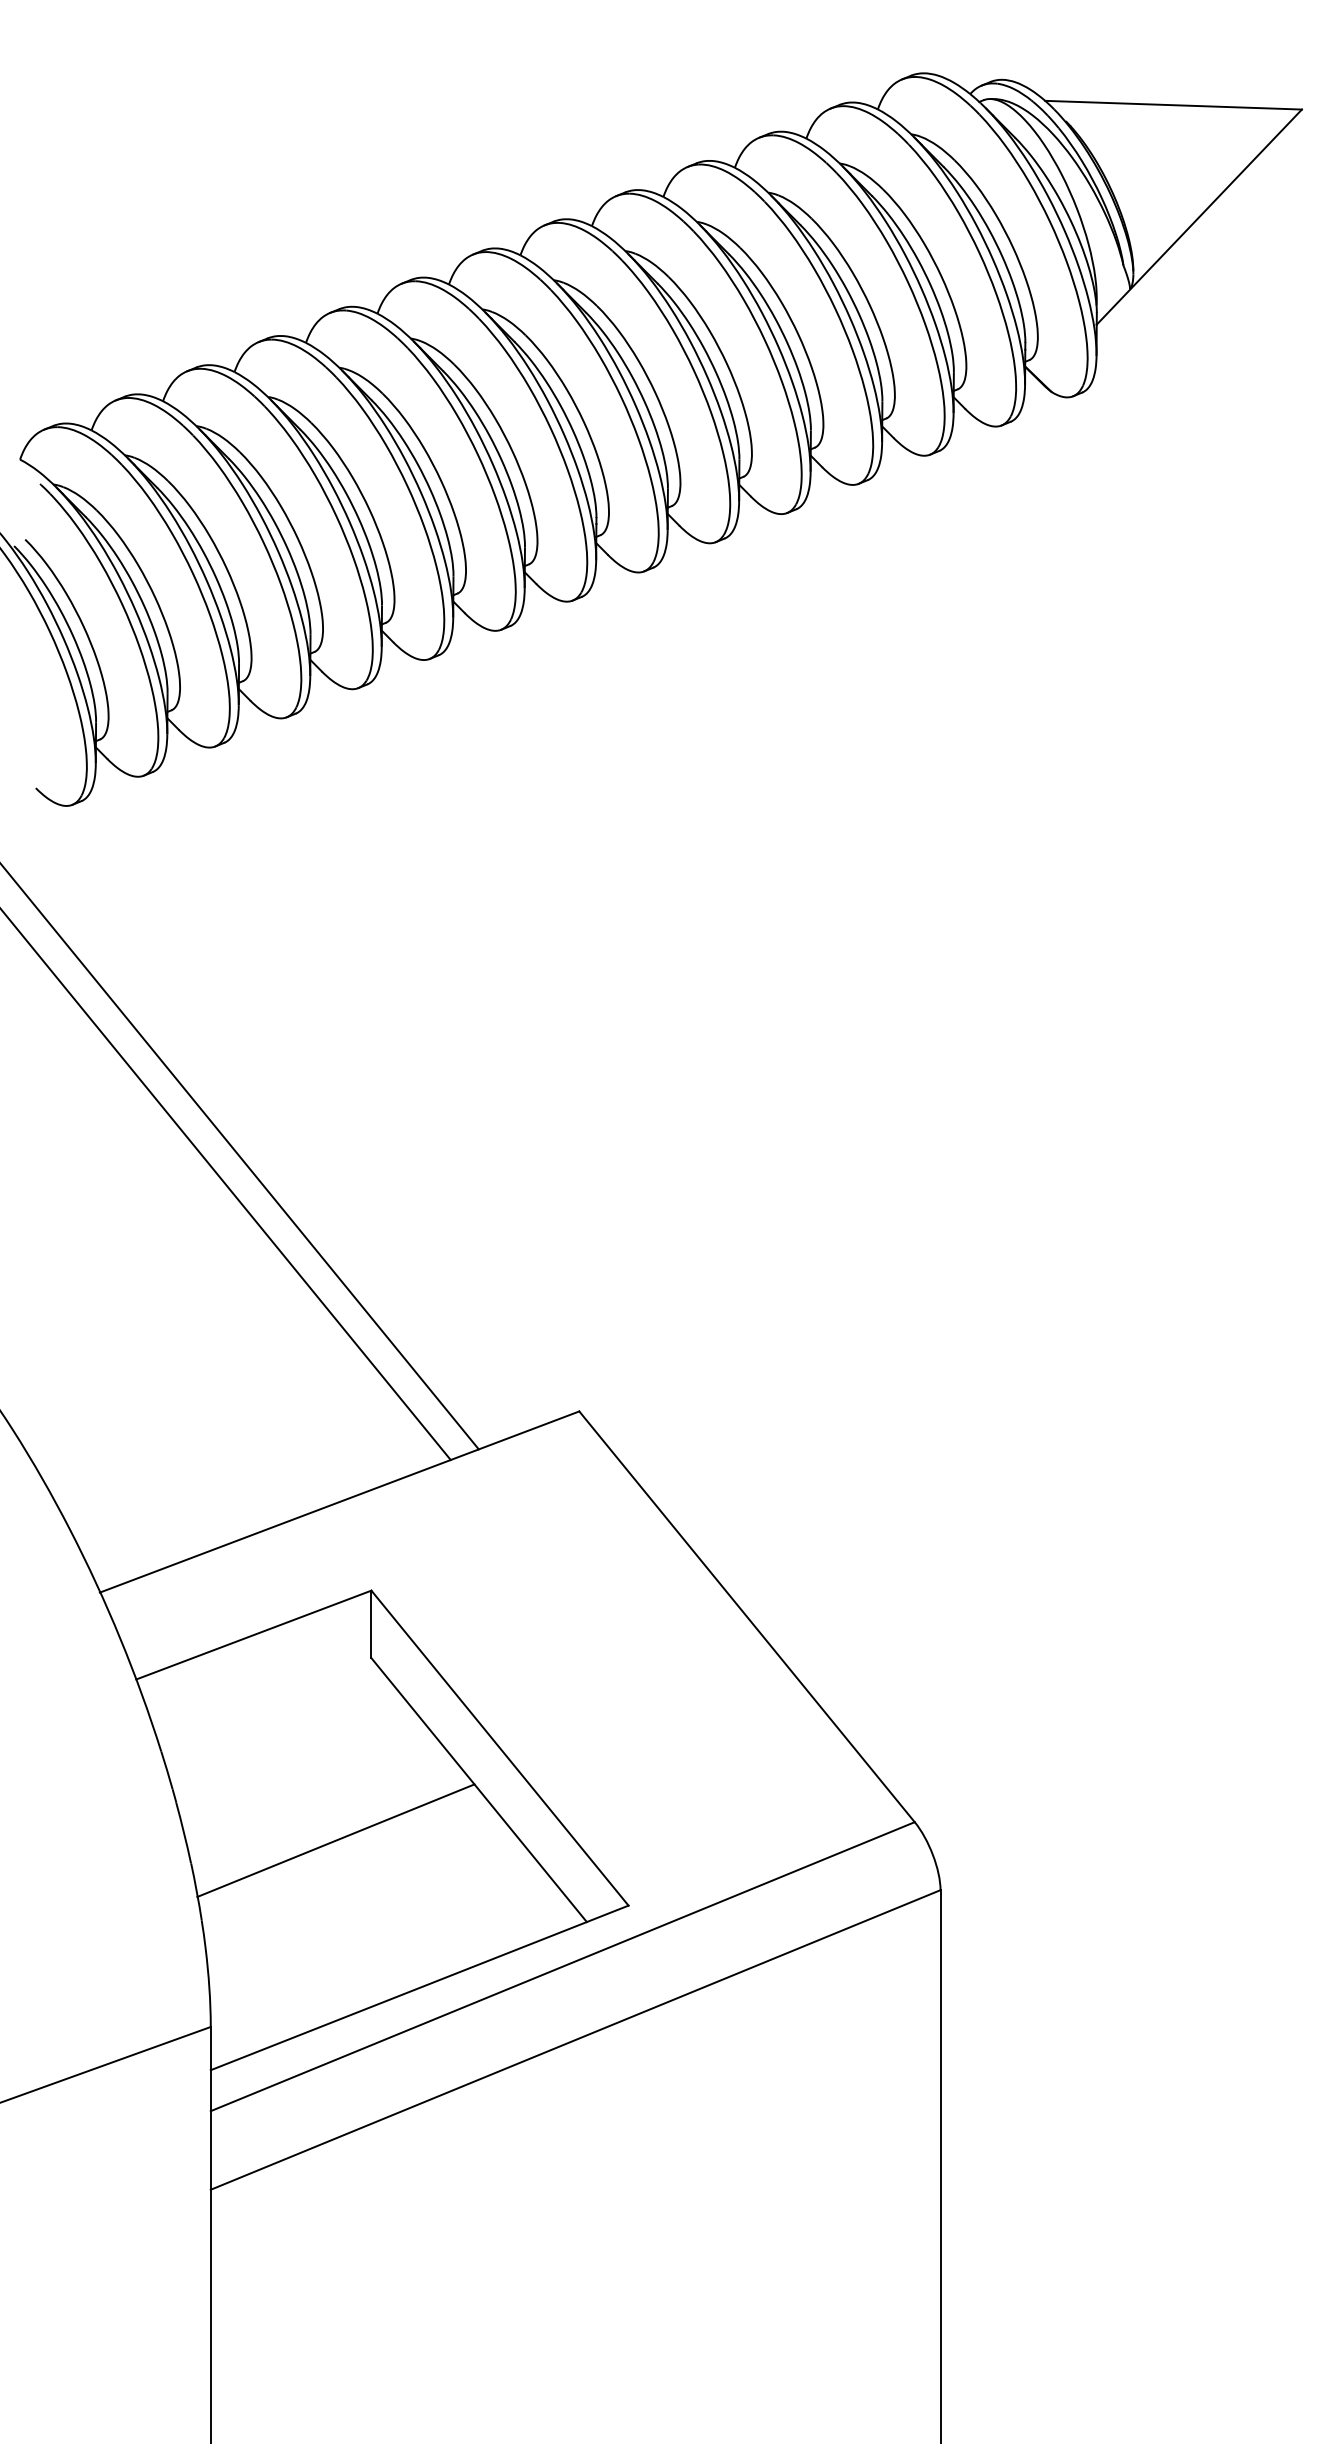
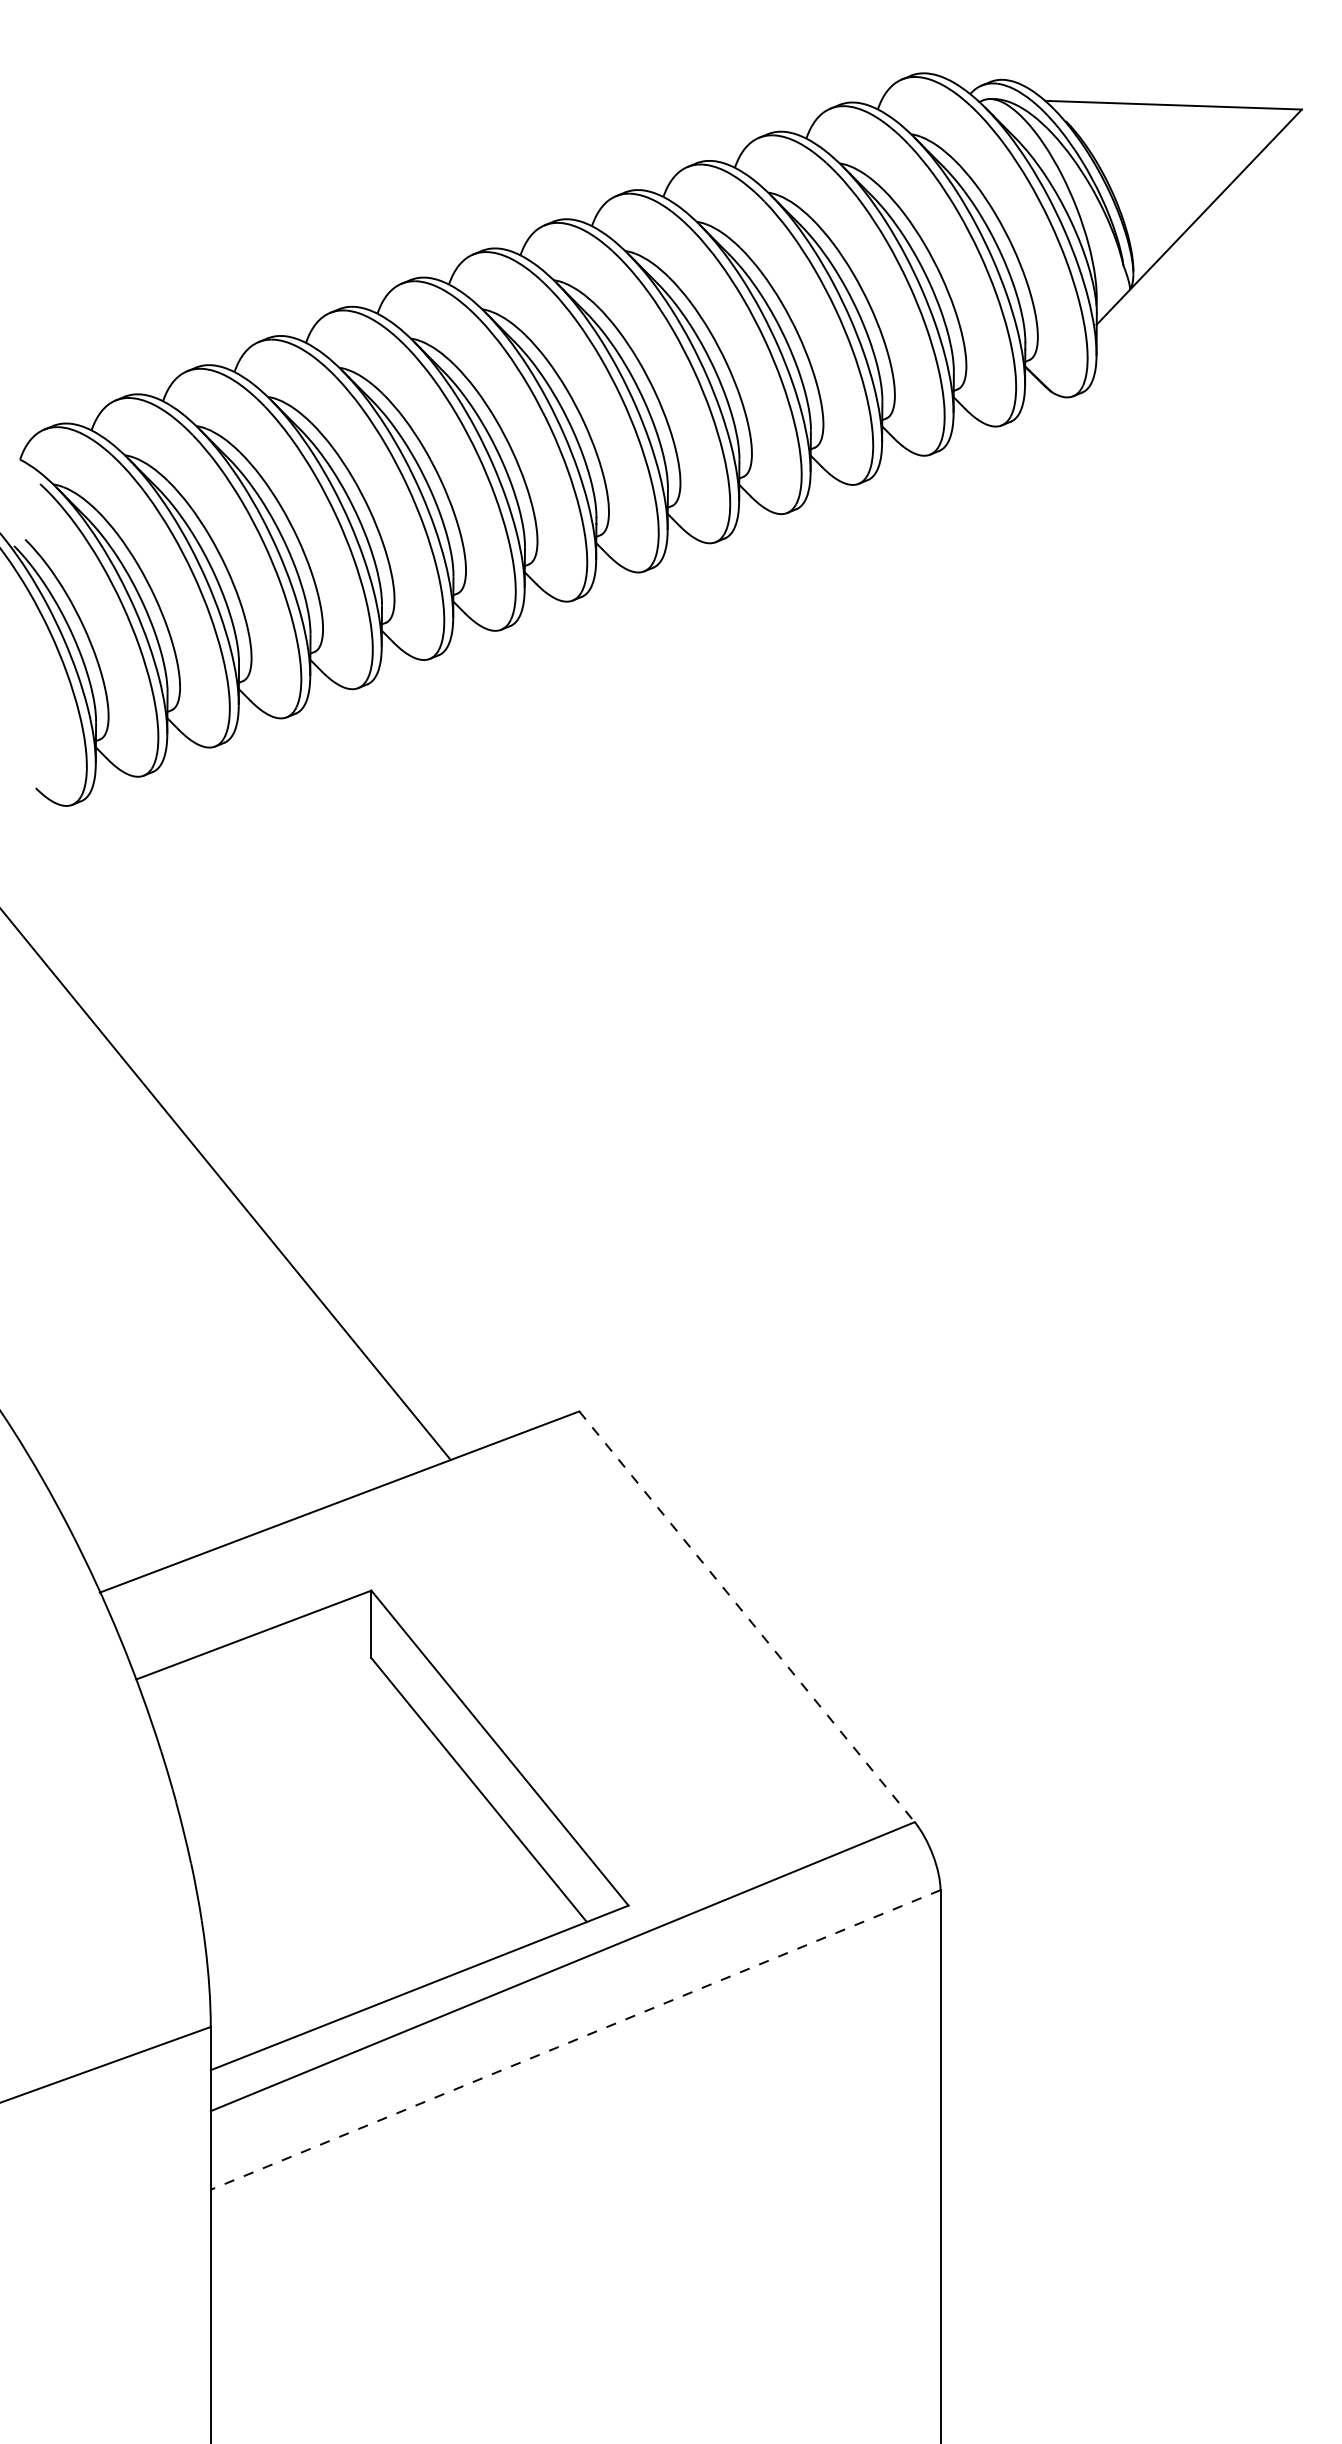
line at (240, 1157): present -> none
line at (747, 1617): solid -> dashed
line at (335, 1840): present -> none
line at (575, 2040): solid -> dashed
